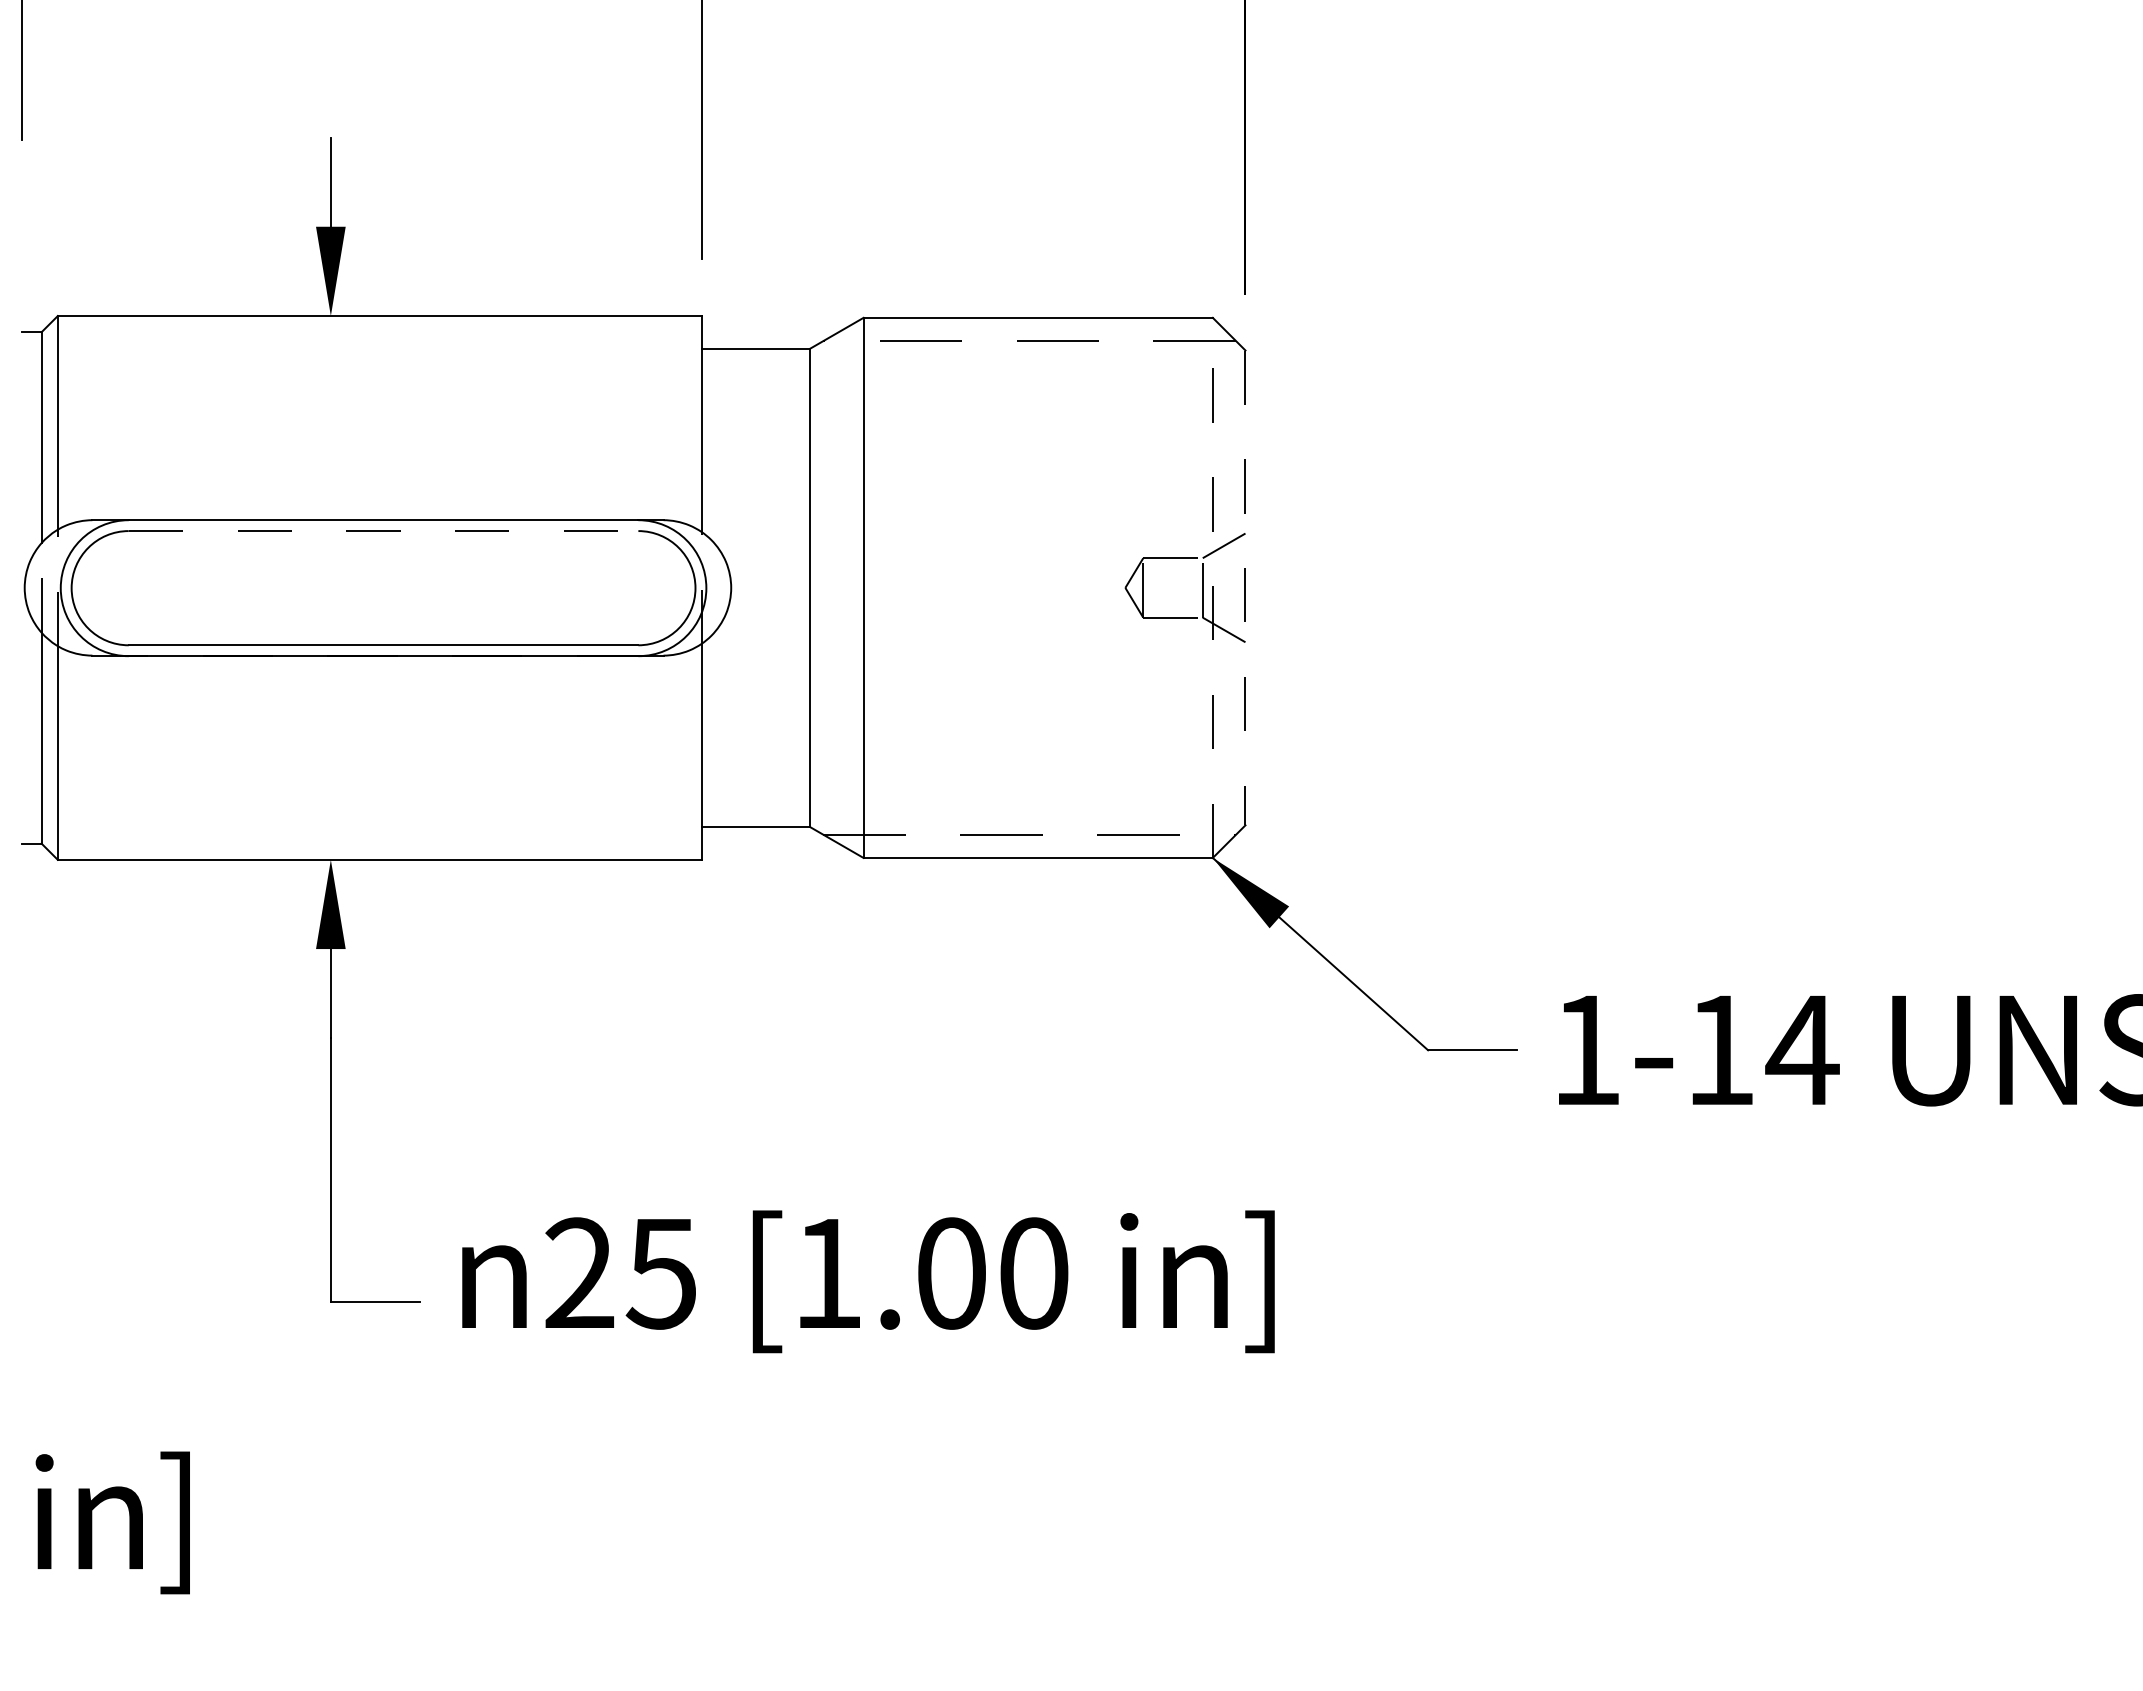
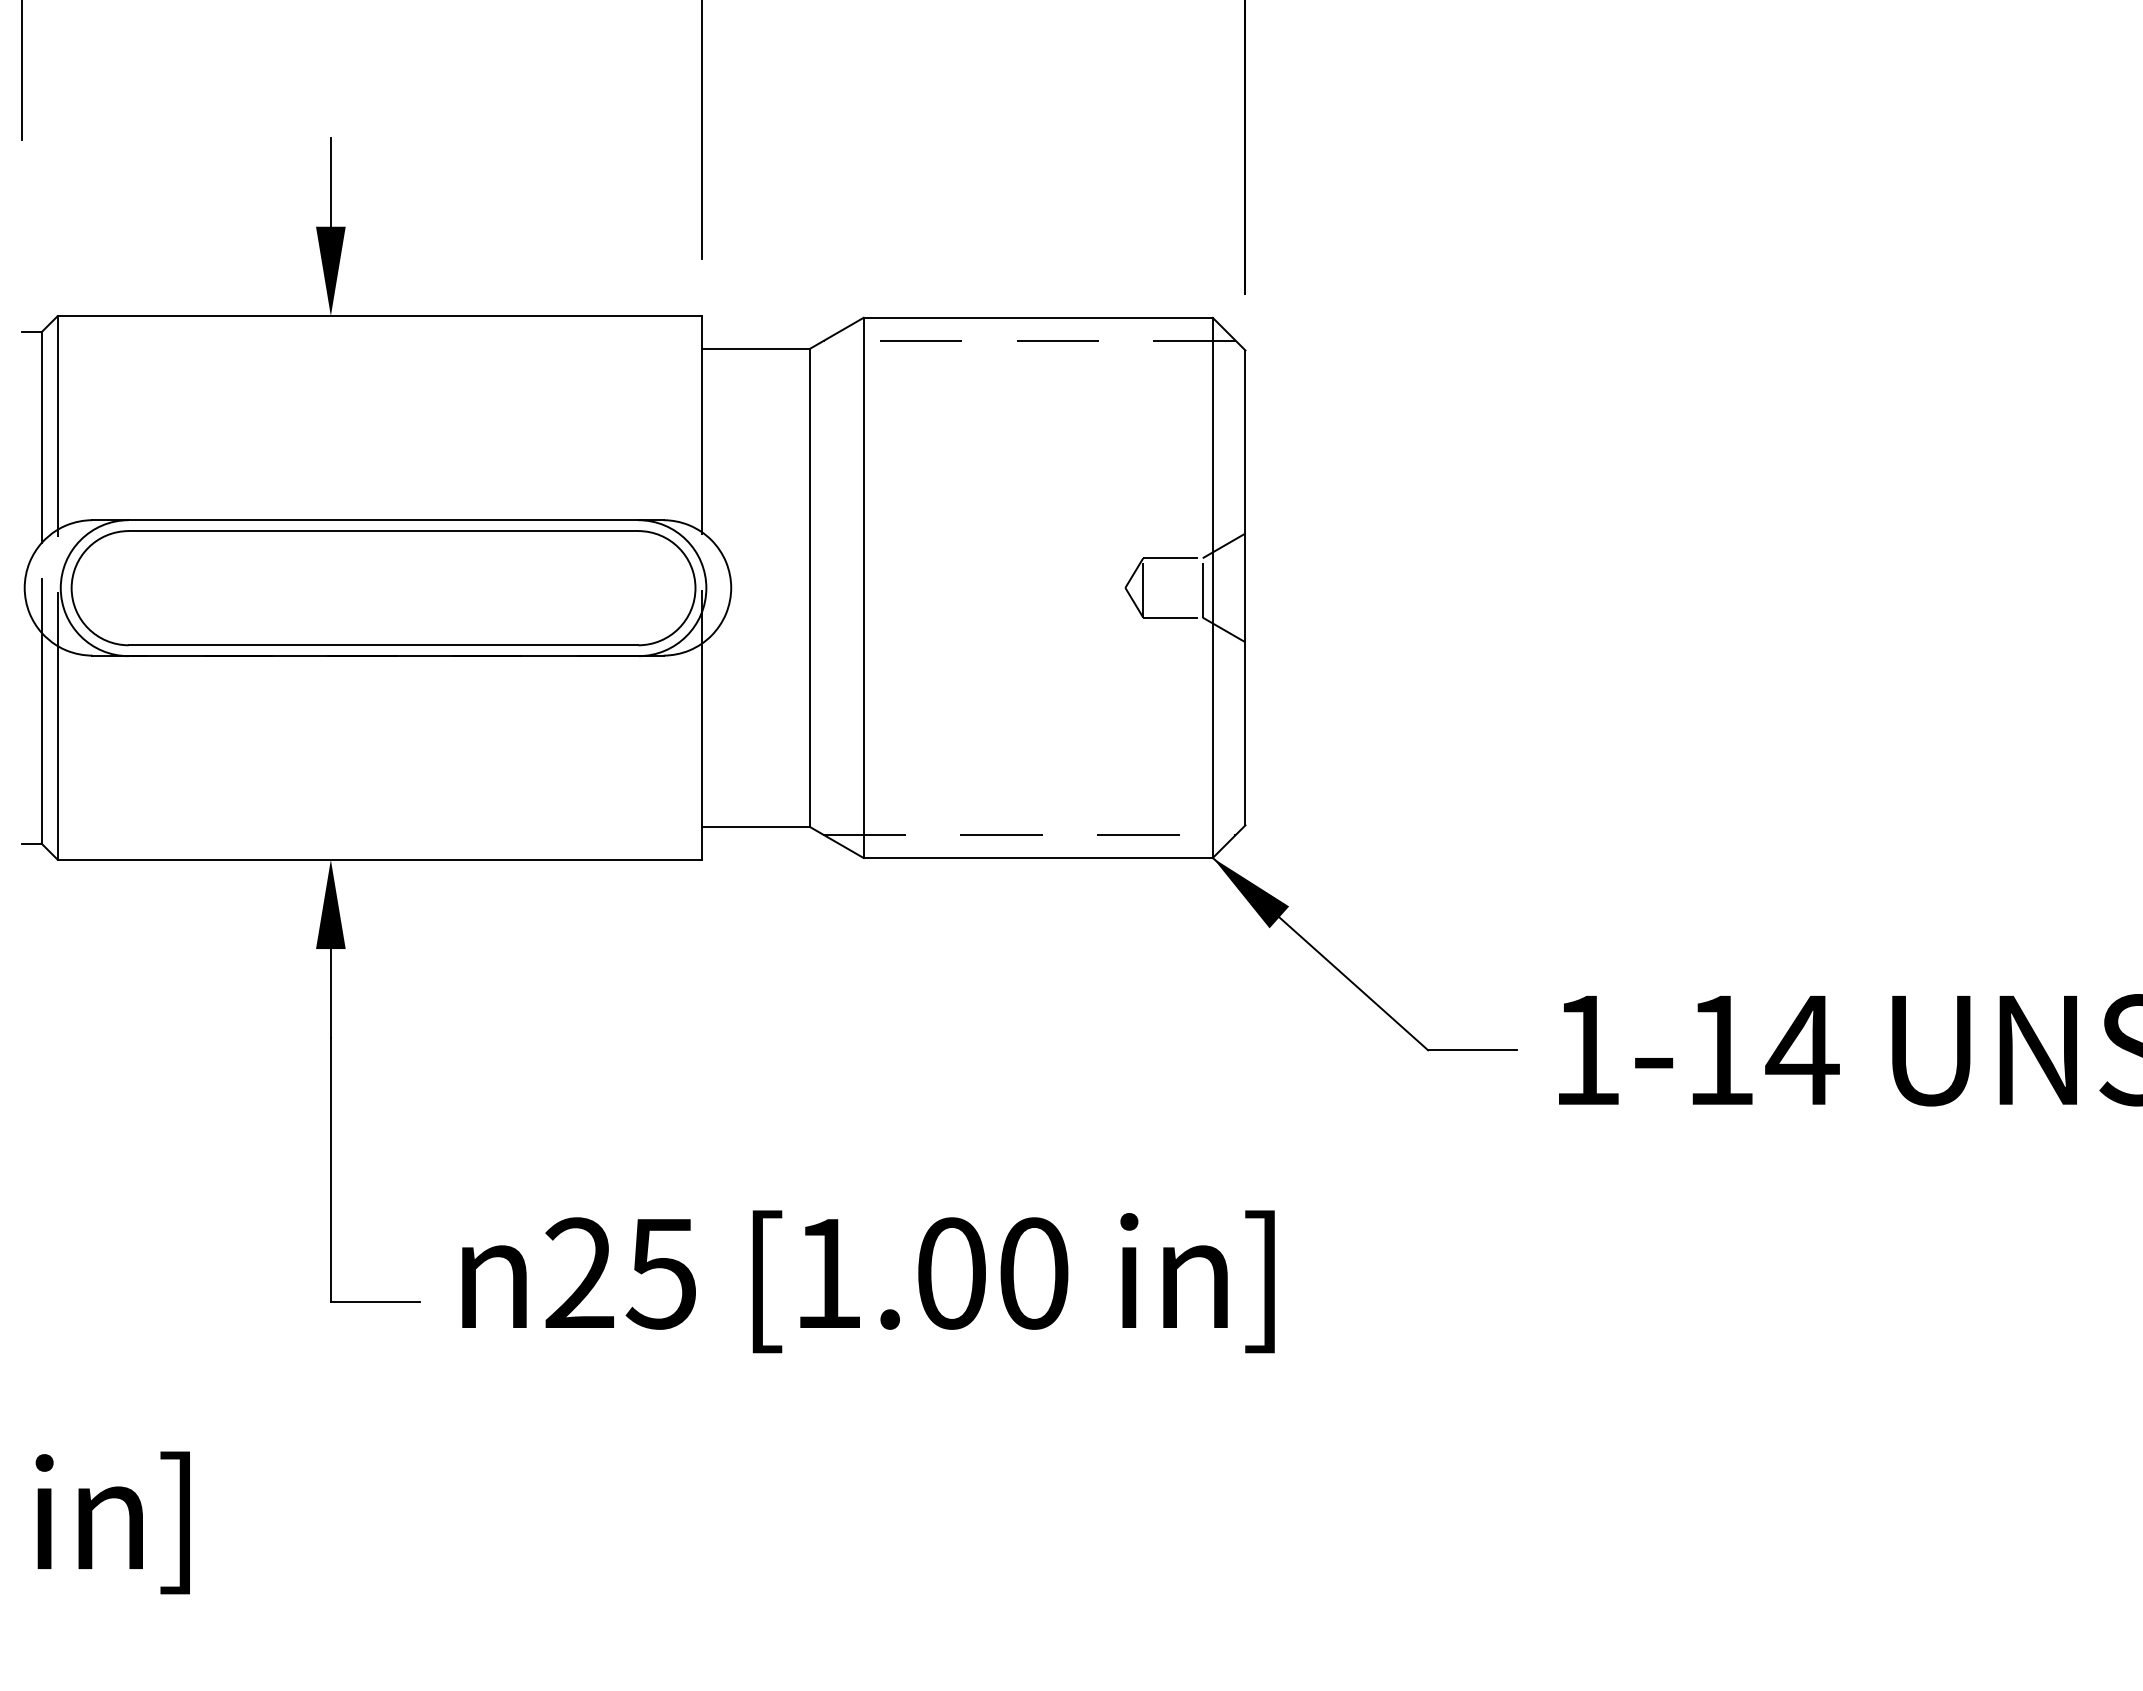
line at (383, 531): dashed -> solid
line at (1212, 587): dashed -> solid
line at (1245, 588): dashed -> solid
